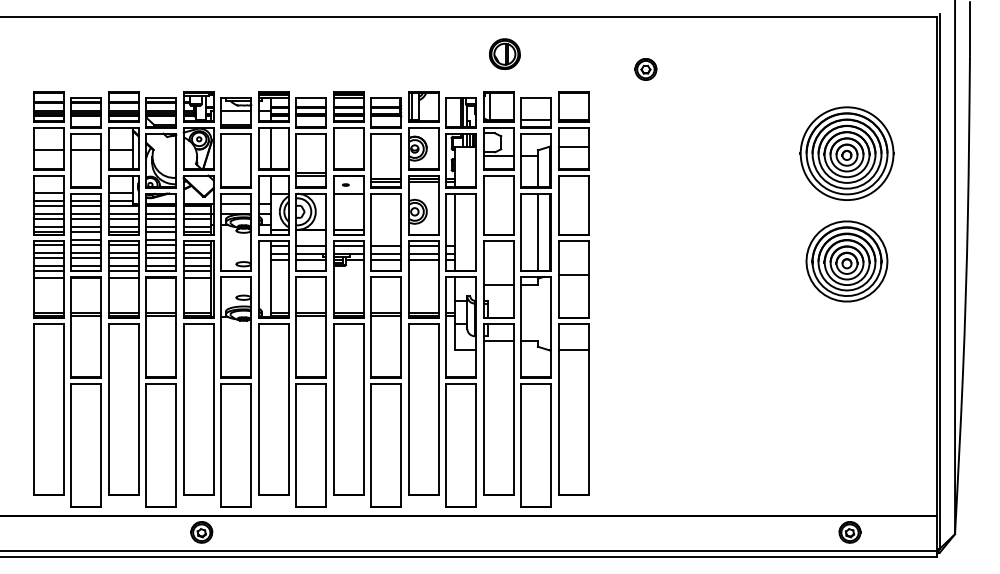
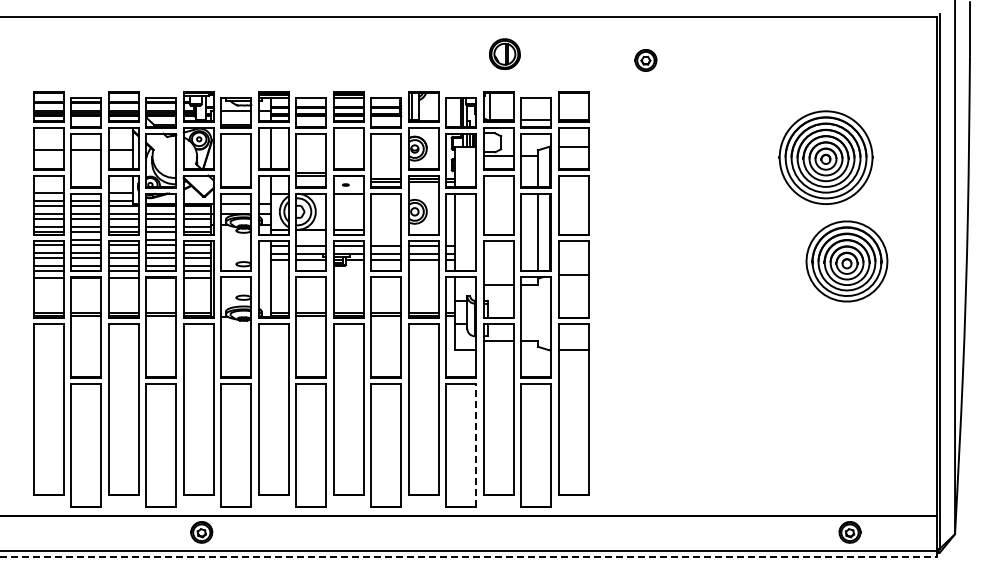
part at (645, 69) position: (645, 69) -> (645, 60)
part at (846, 153) position: (846, 153) -> (825, 157)
line at (476, 445): solid -> dashed
line at (469, 556): solid -> dashed
